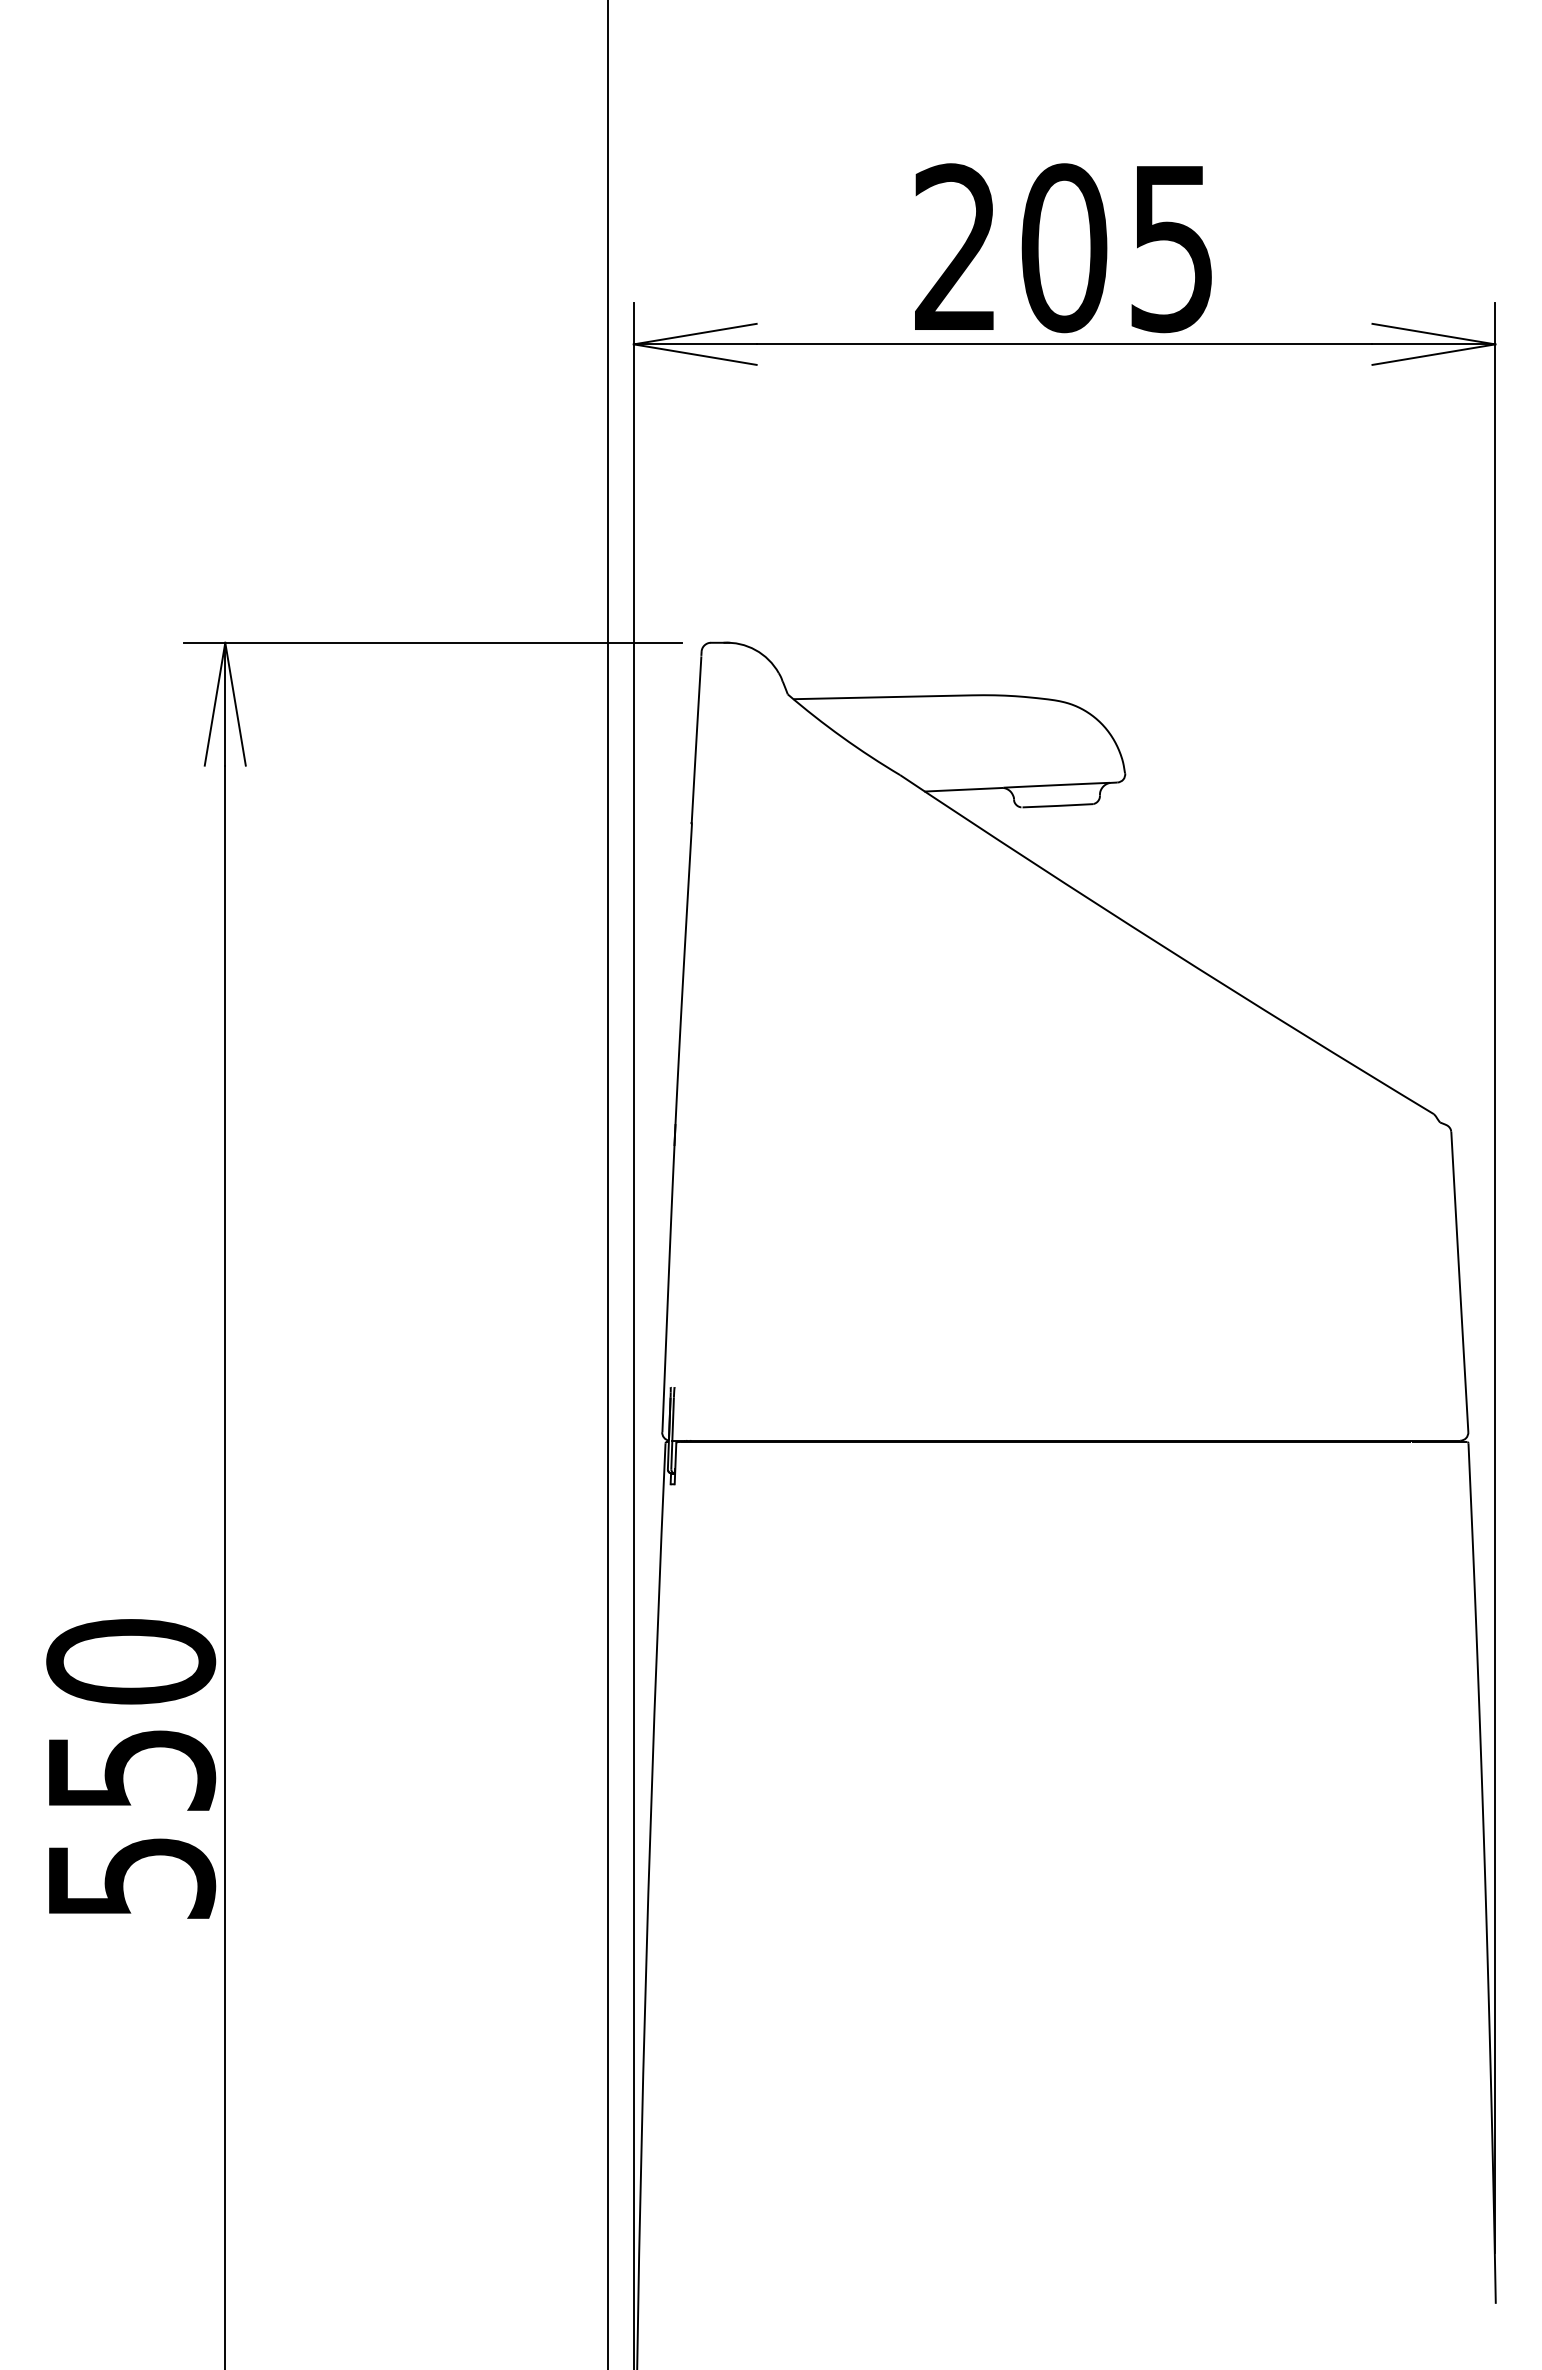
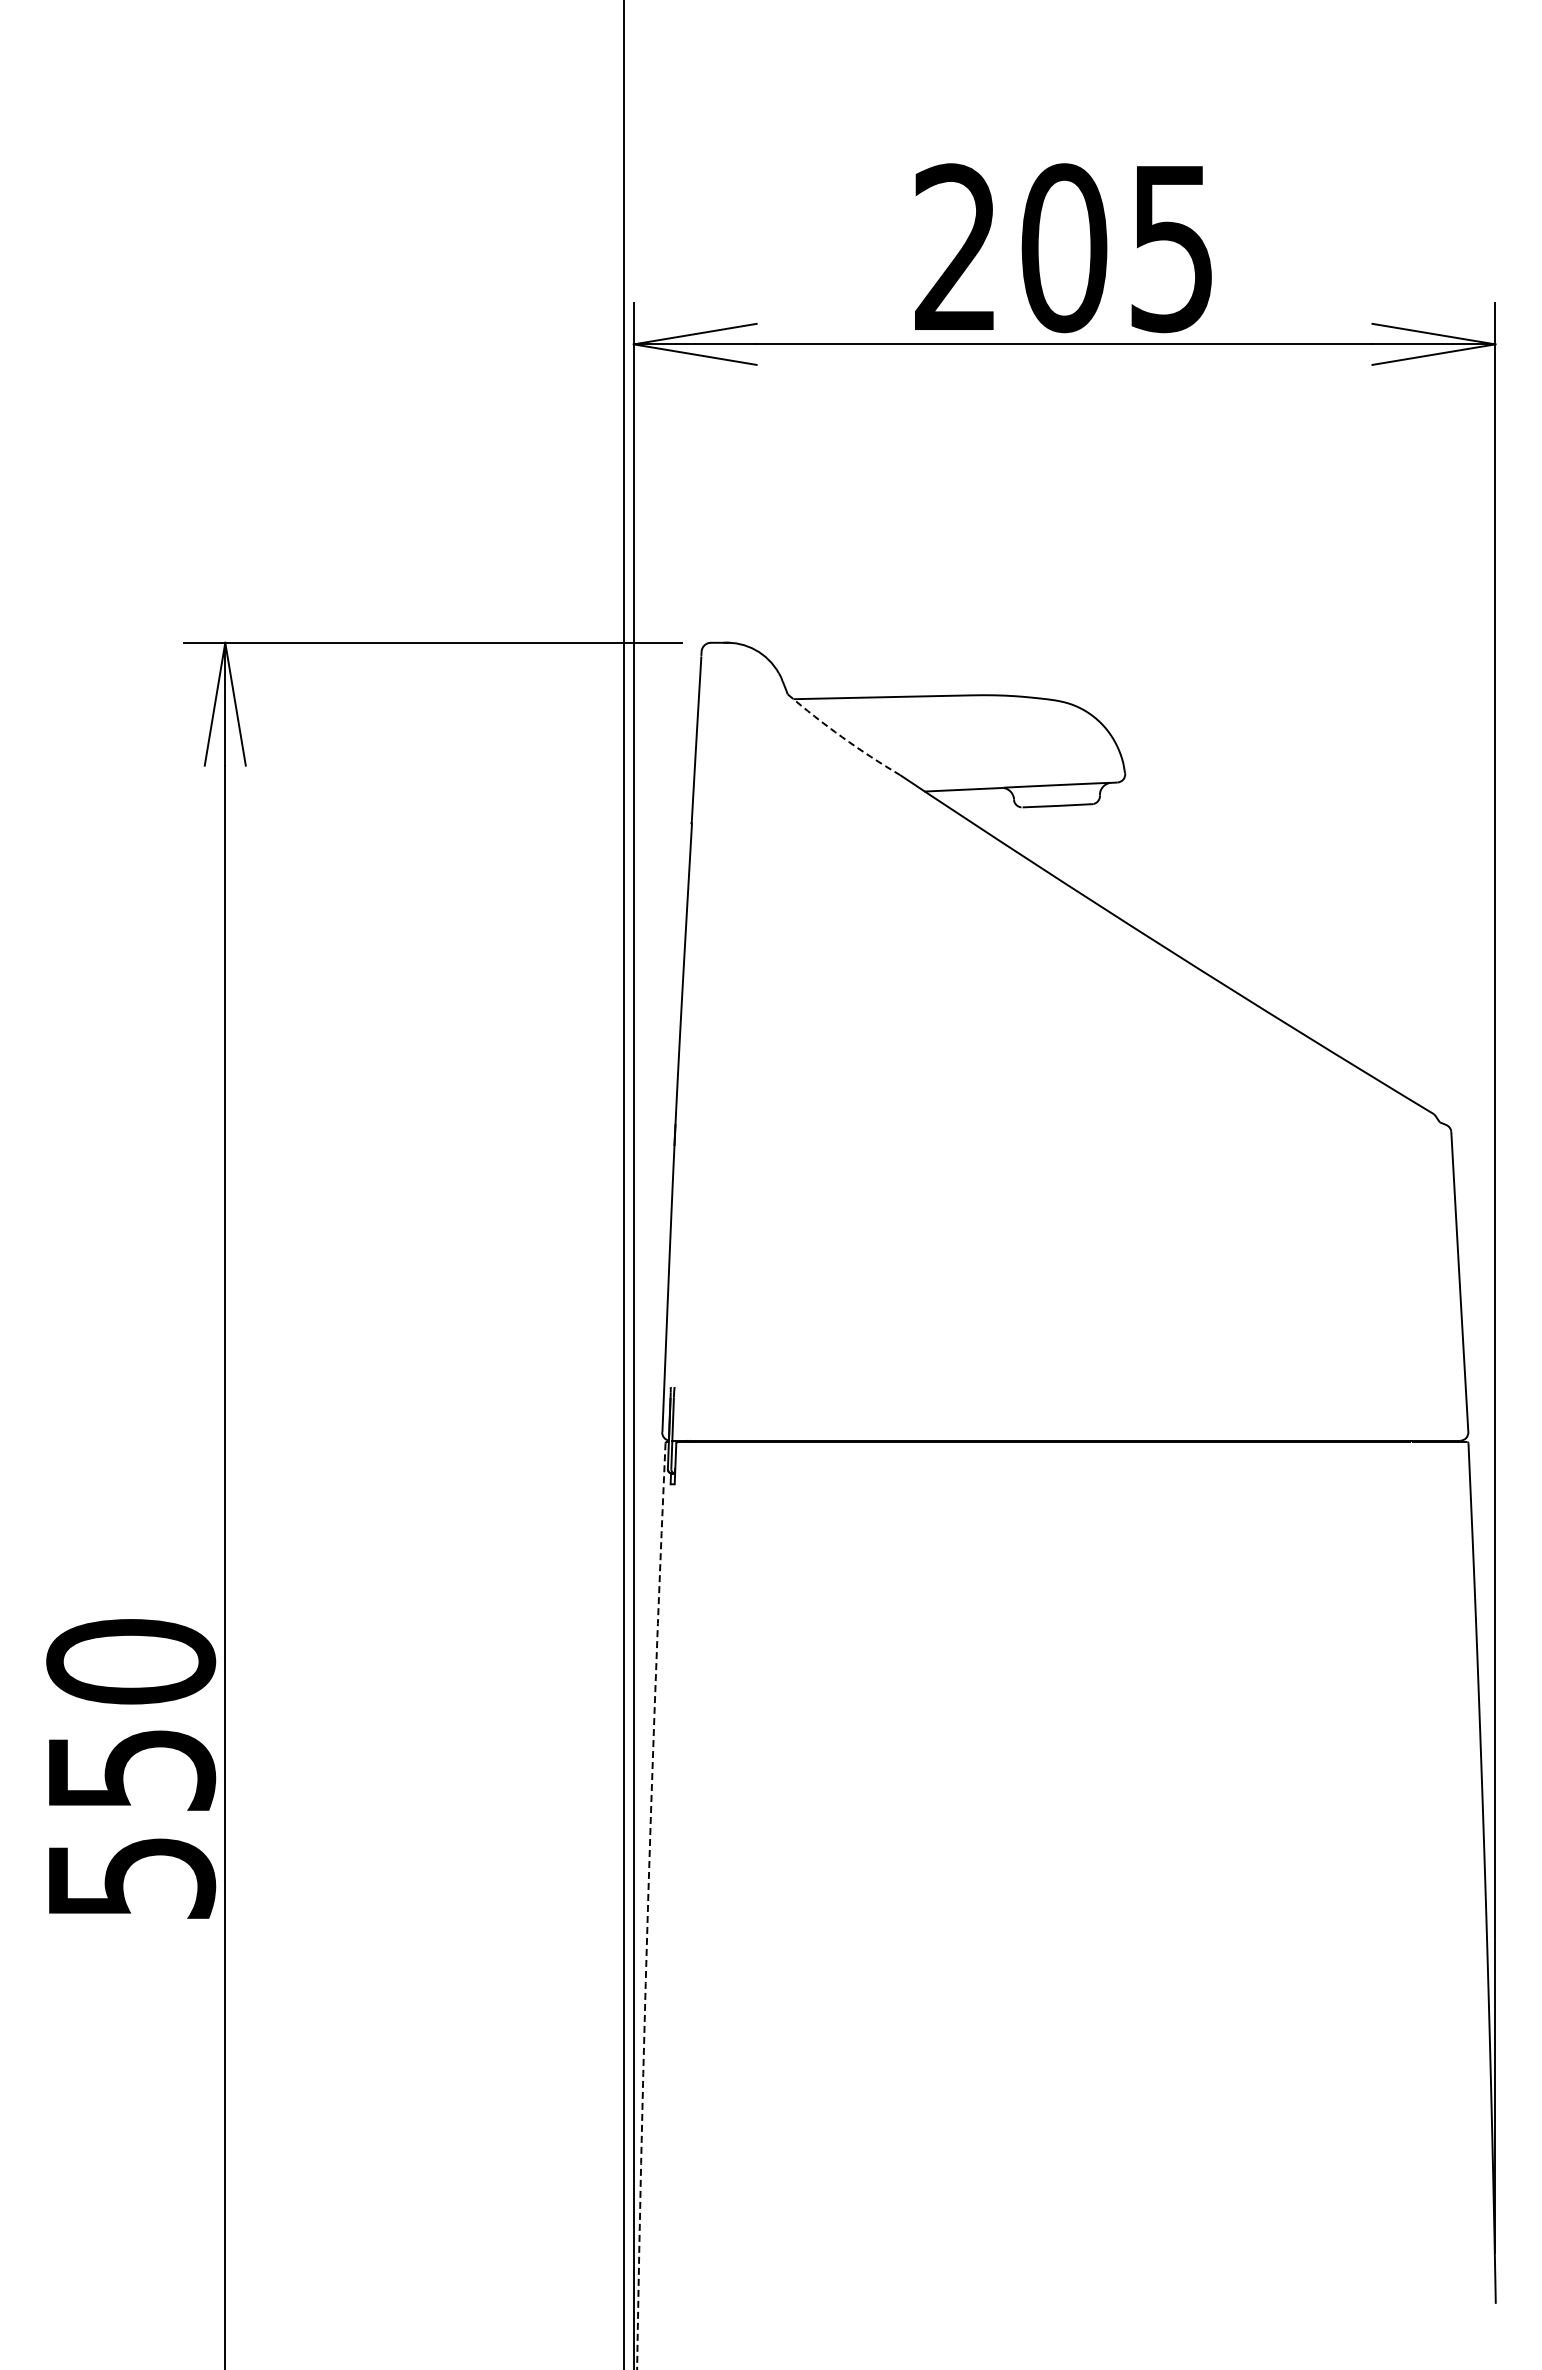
arc at (842, 737): solid -> dashed
line at (608, 1184) position: (608, 1184) -> (624, 1184)
arc at (648, 1906): solid -> dashed
